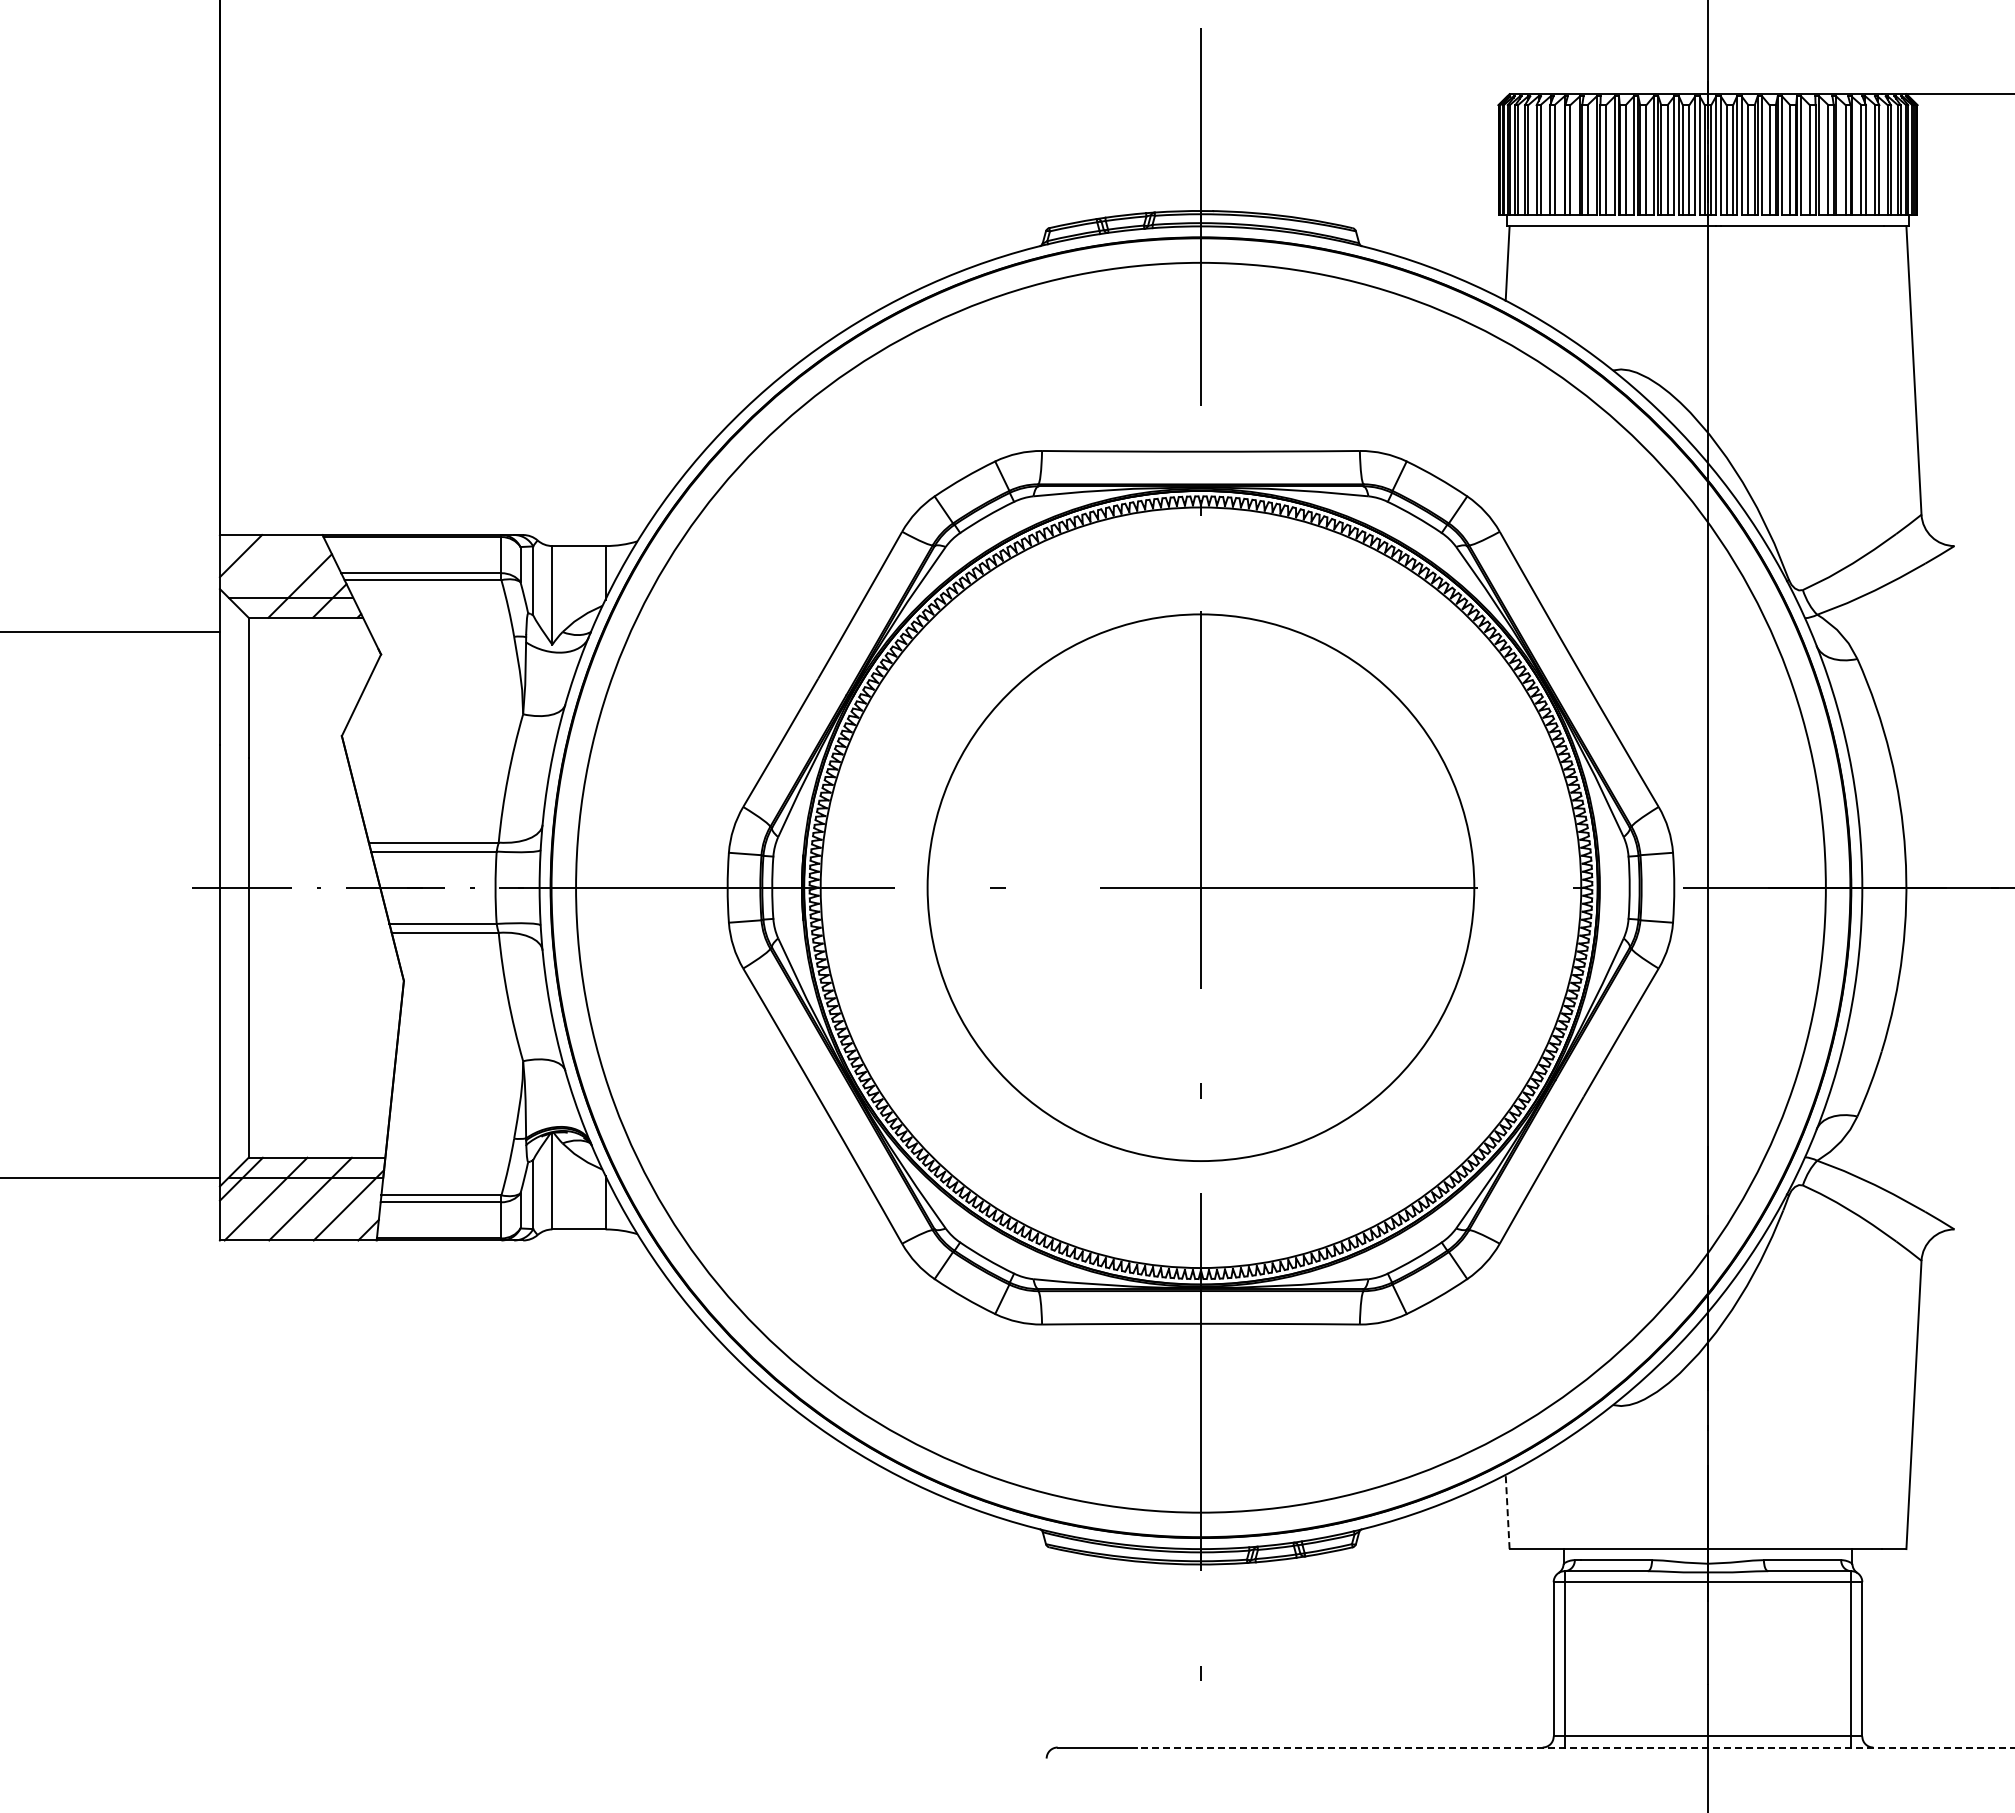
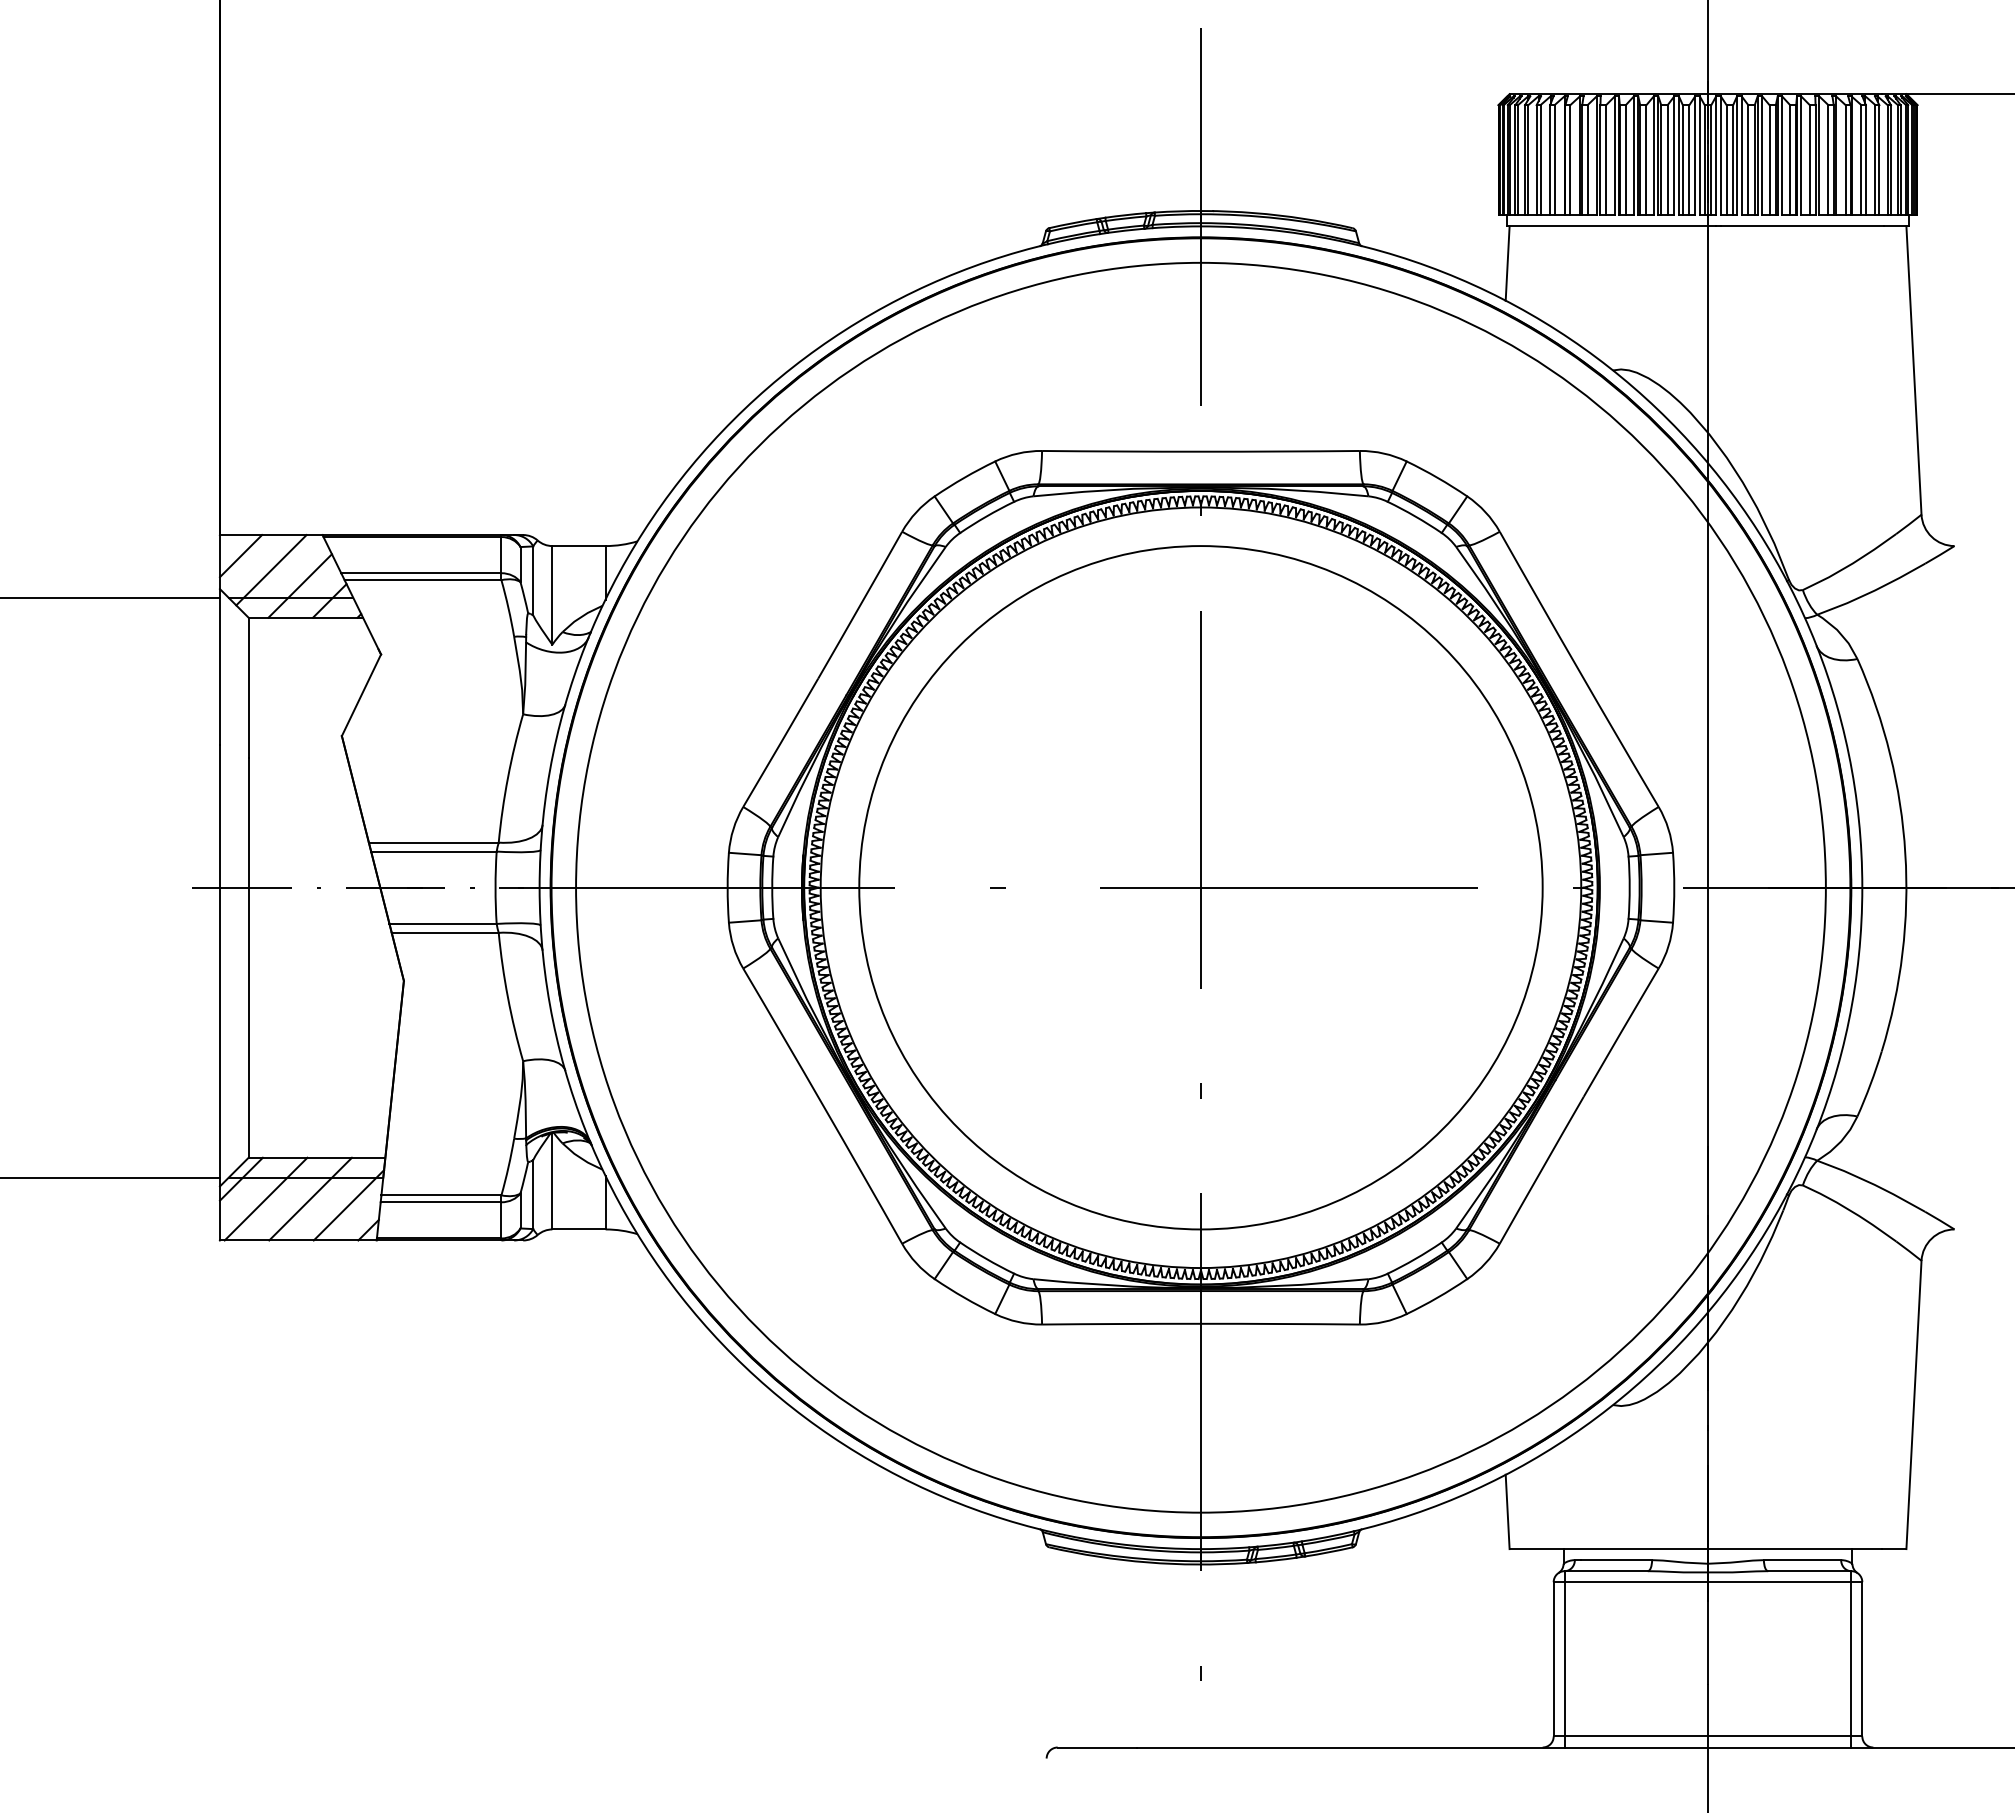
line at (271, 570): none -> present
line at (110, 631) position: (110, 631) -> (110, 597)
circle at (1200, 887) diameter: 547 px -> 683 px
line at (1507, 1511): dashed -> solid
line at (1575, 1747): dashed -> solid
